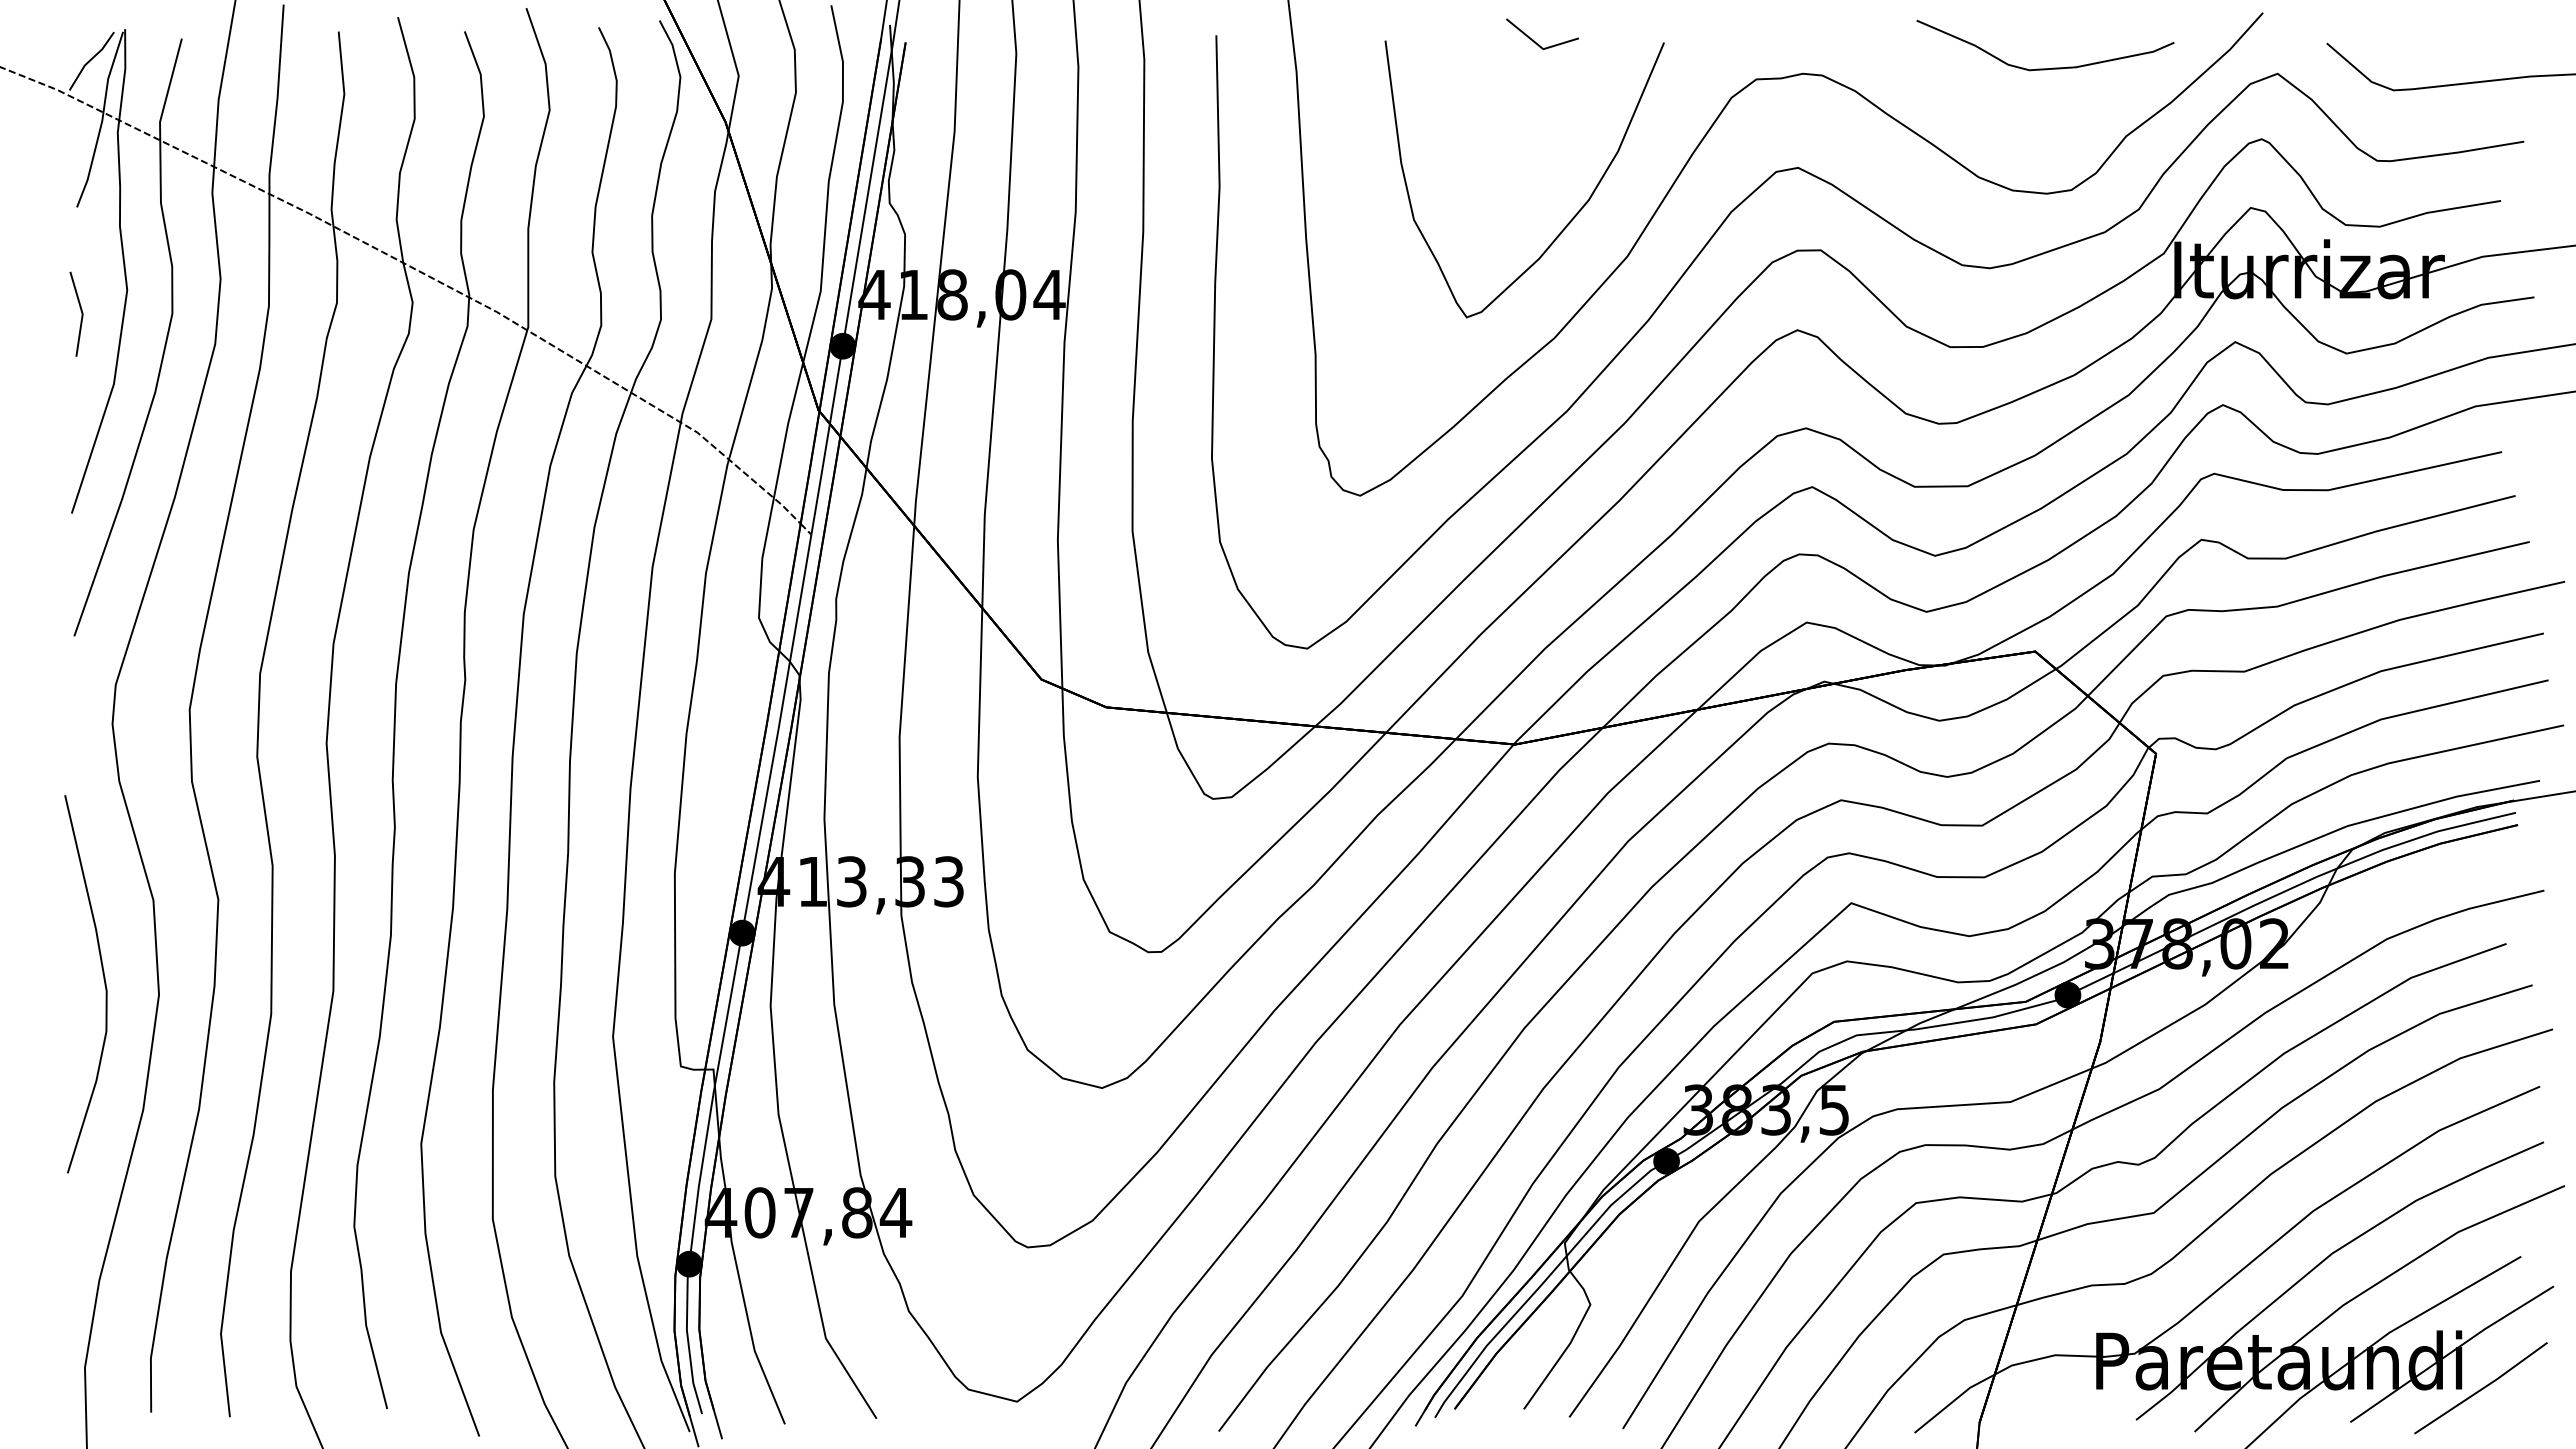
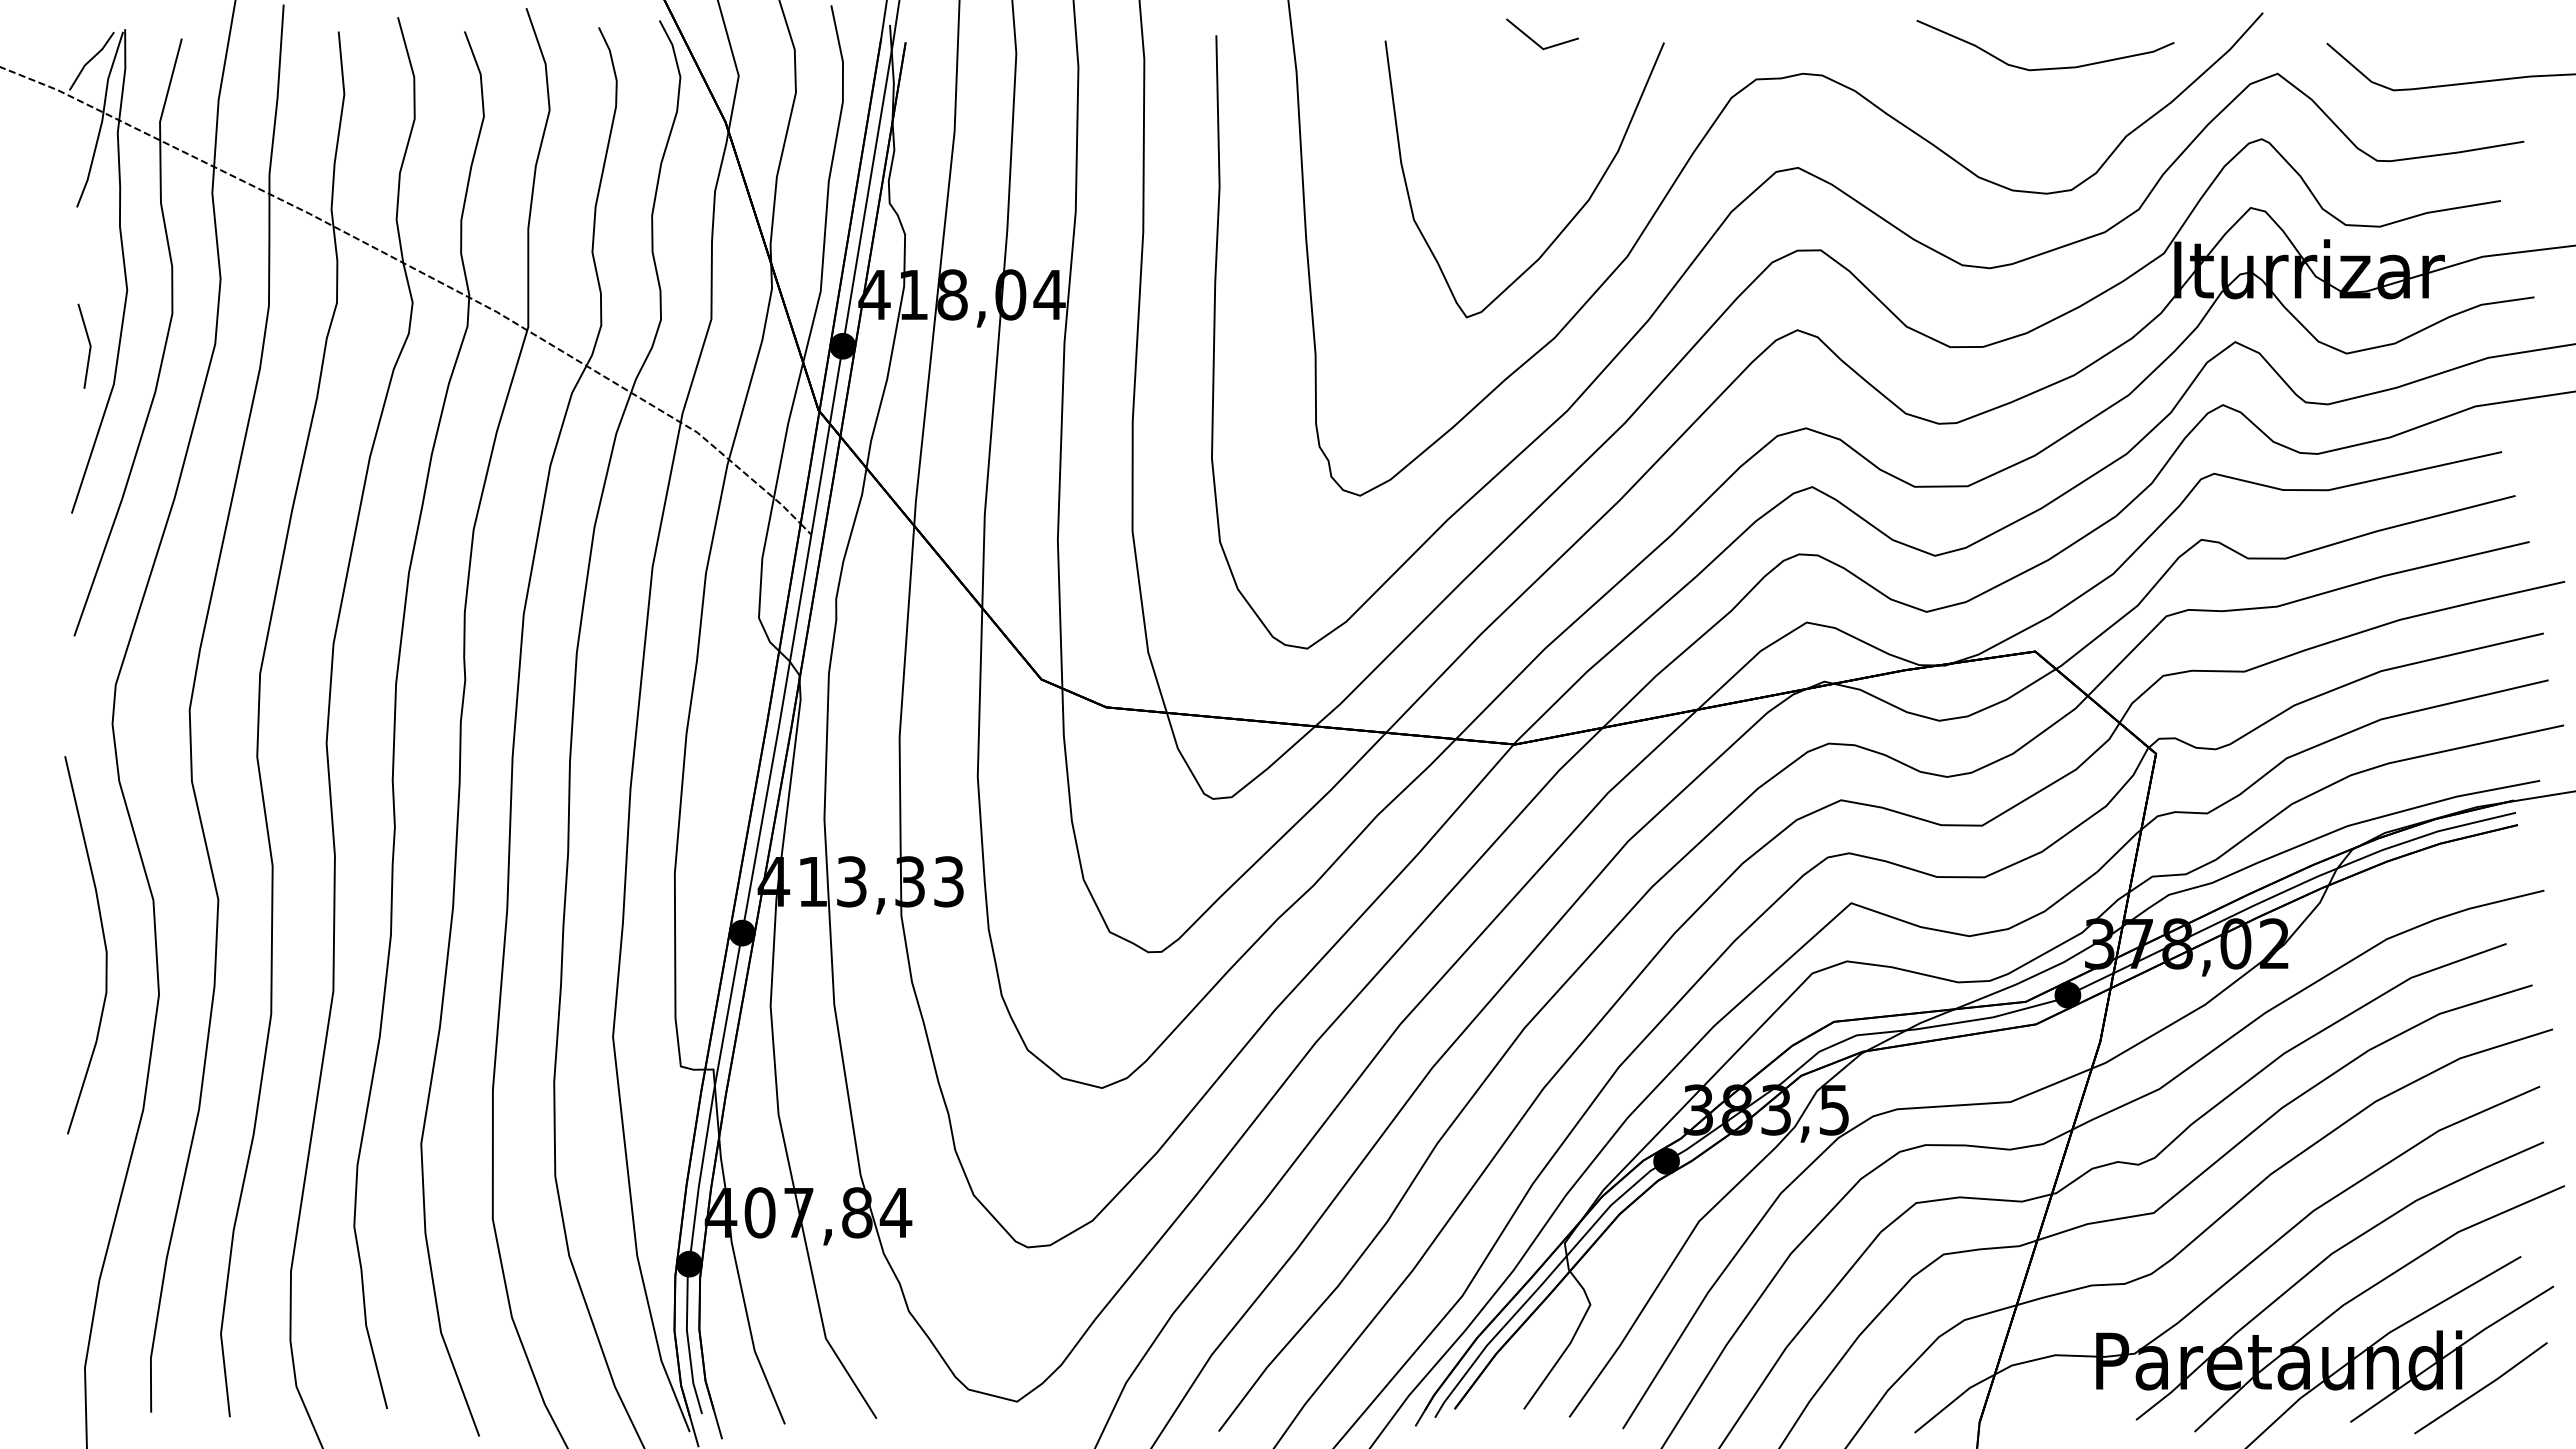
line at (80, 310) position: (80, 310) -> (88, 342)
curve at (103, 979) position: (103, 979) -> (103, 940)
